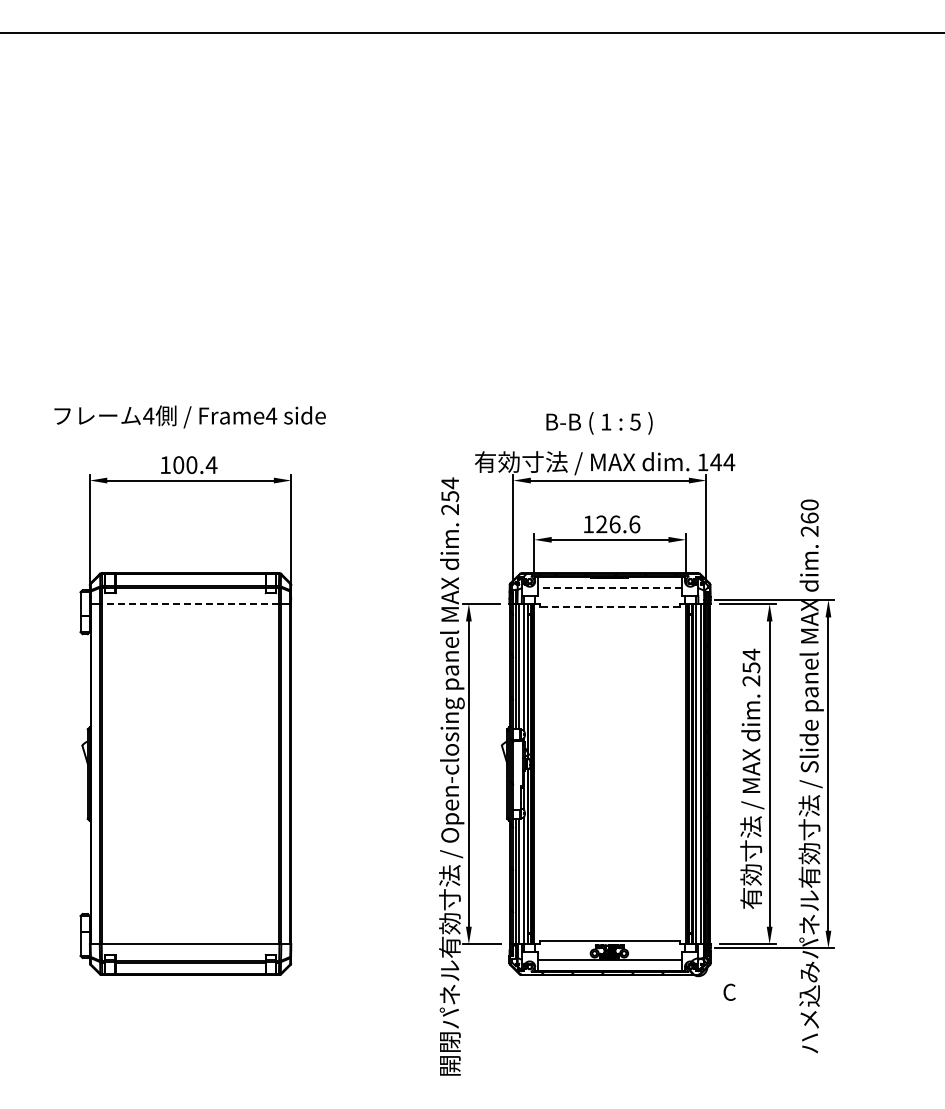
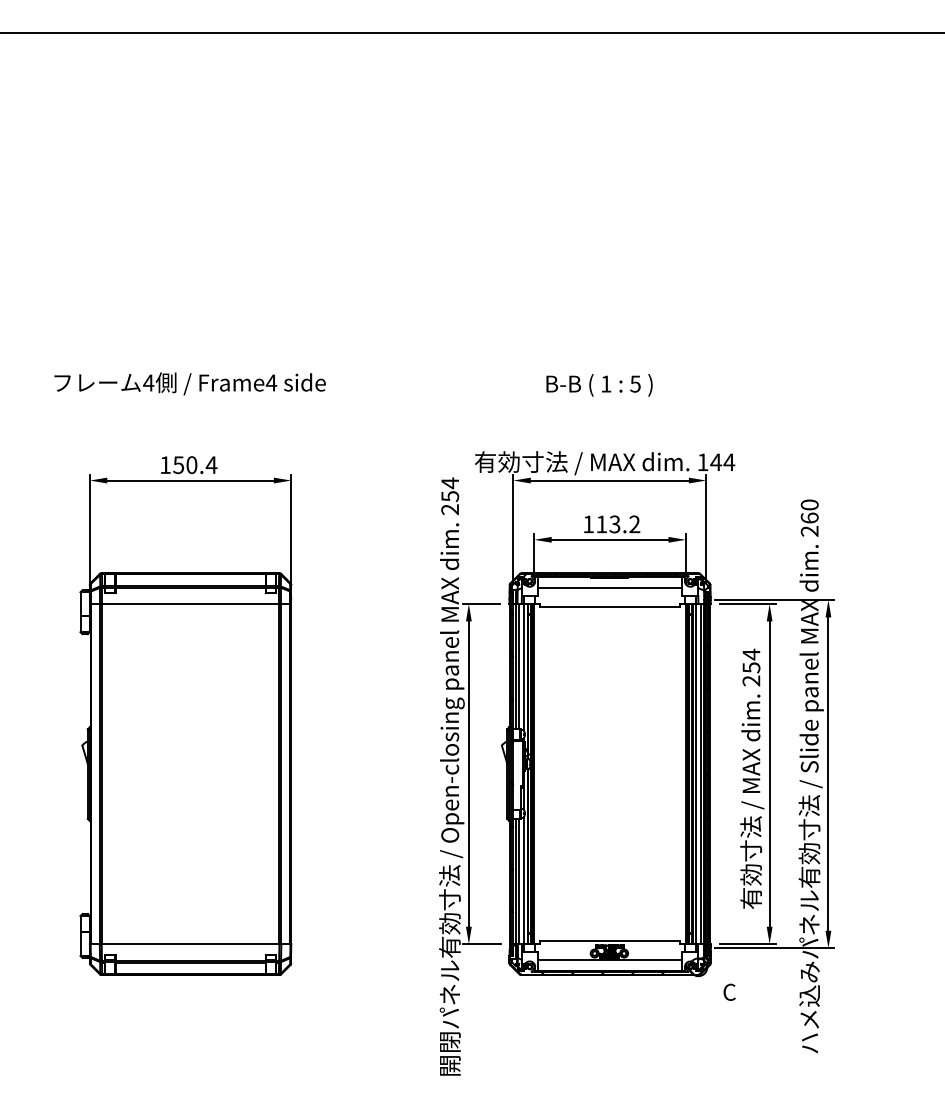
text at (189, 416) position: (189, 416) -> (189, 383)
text at (599, 423) position: (599, 423) -> (599, 385)
text at (178, 464): 100.4 -> 150.4
text at (618, 524): 126.6 -> 113.2
line at (609, 588): dashed -> solid
line at (190, 604): dashed -> solid
line at (609, 606): dashed -> solid
